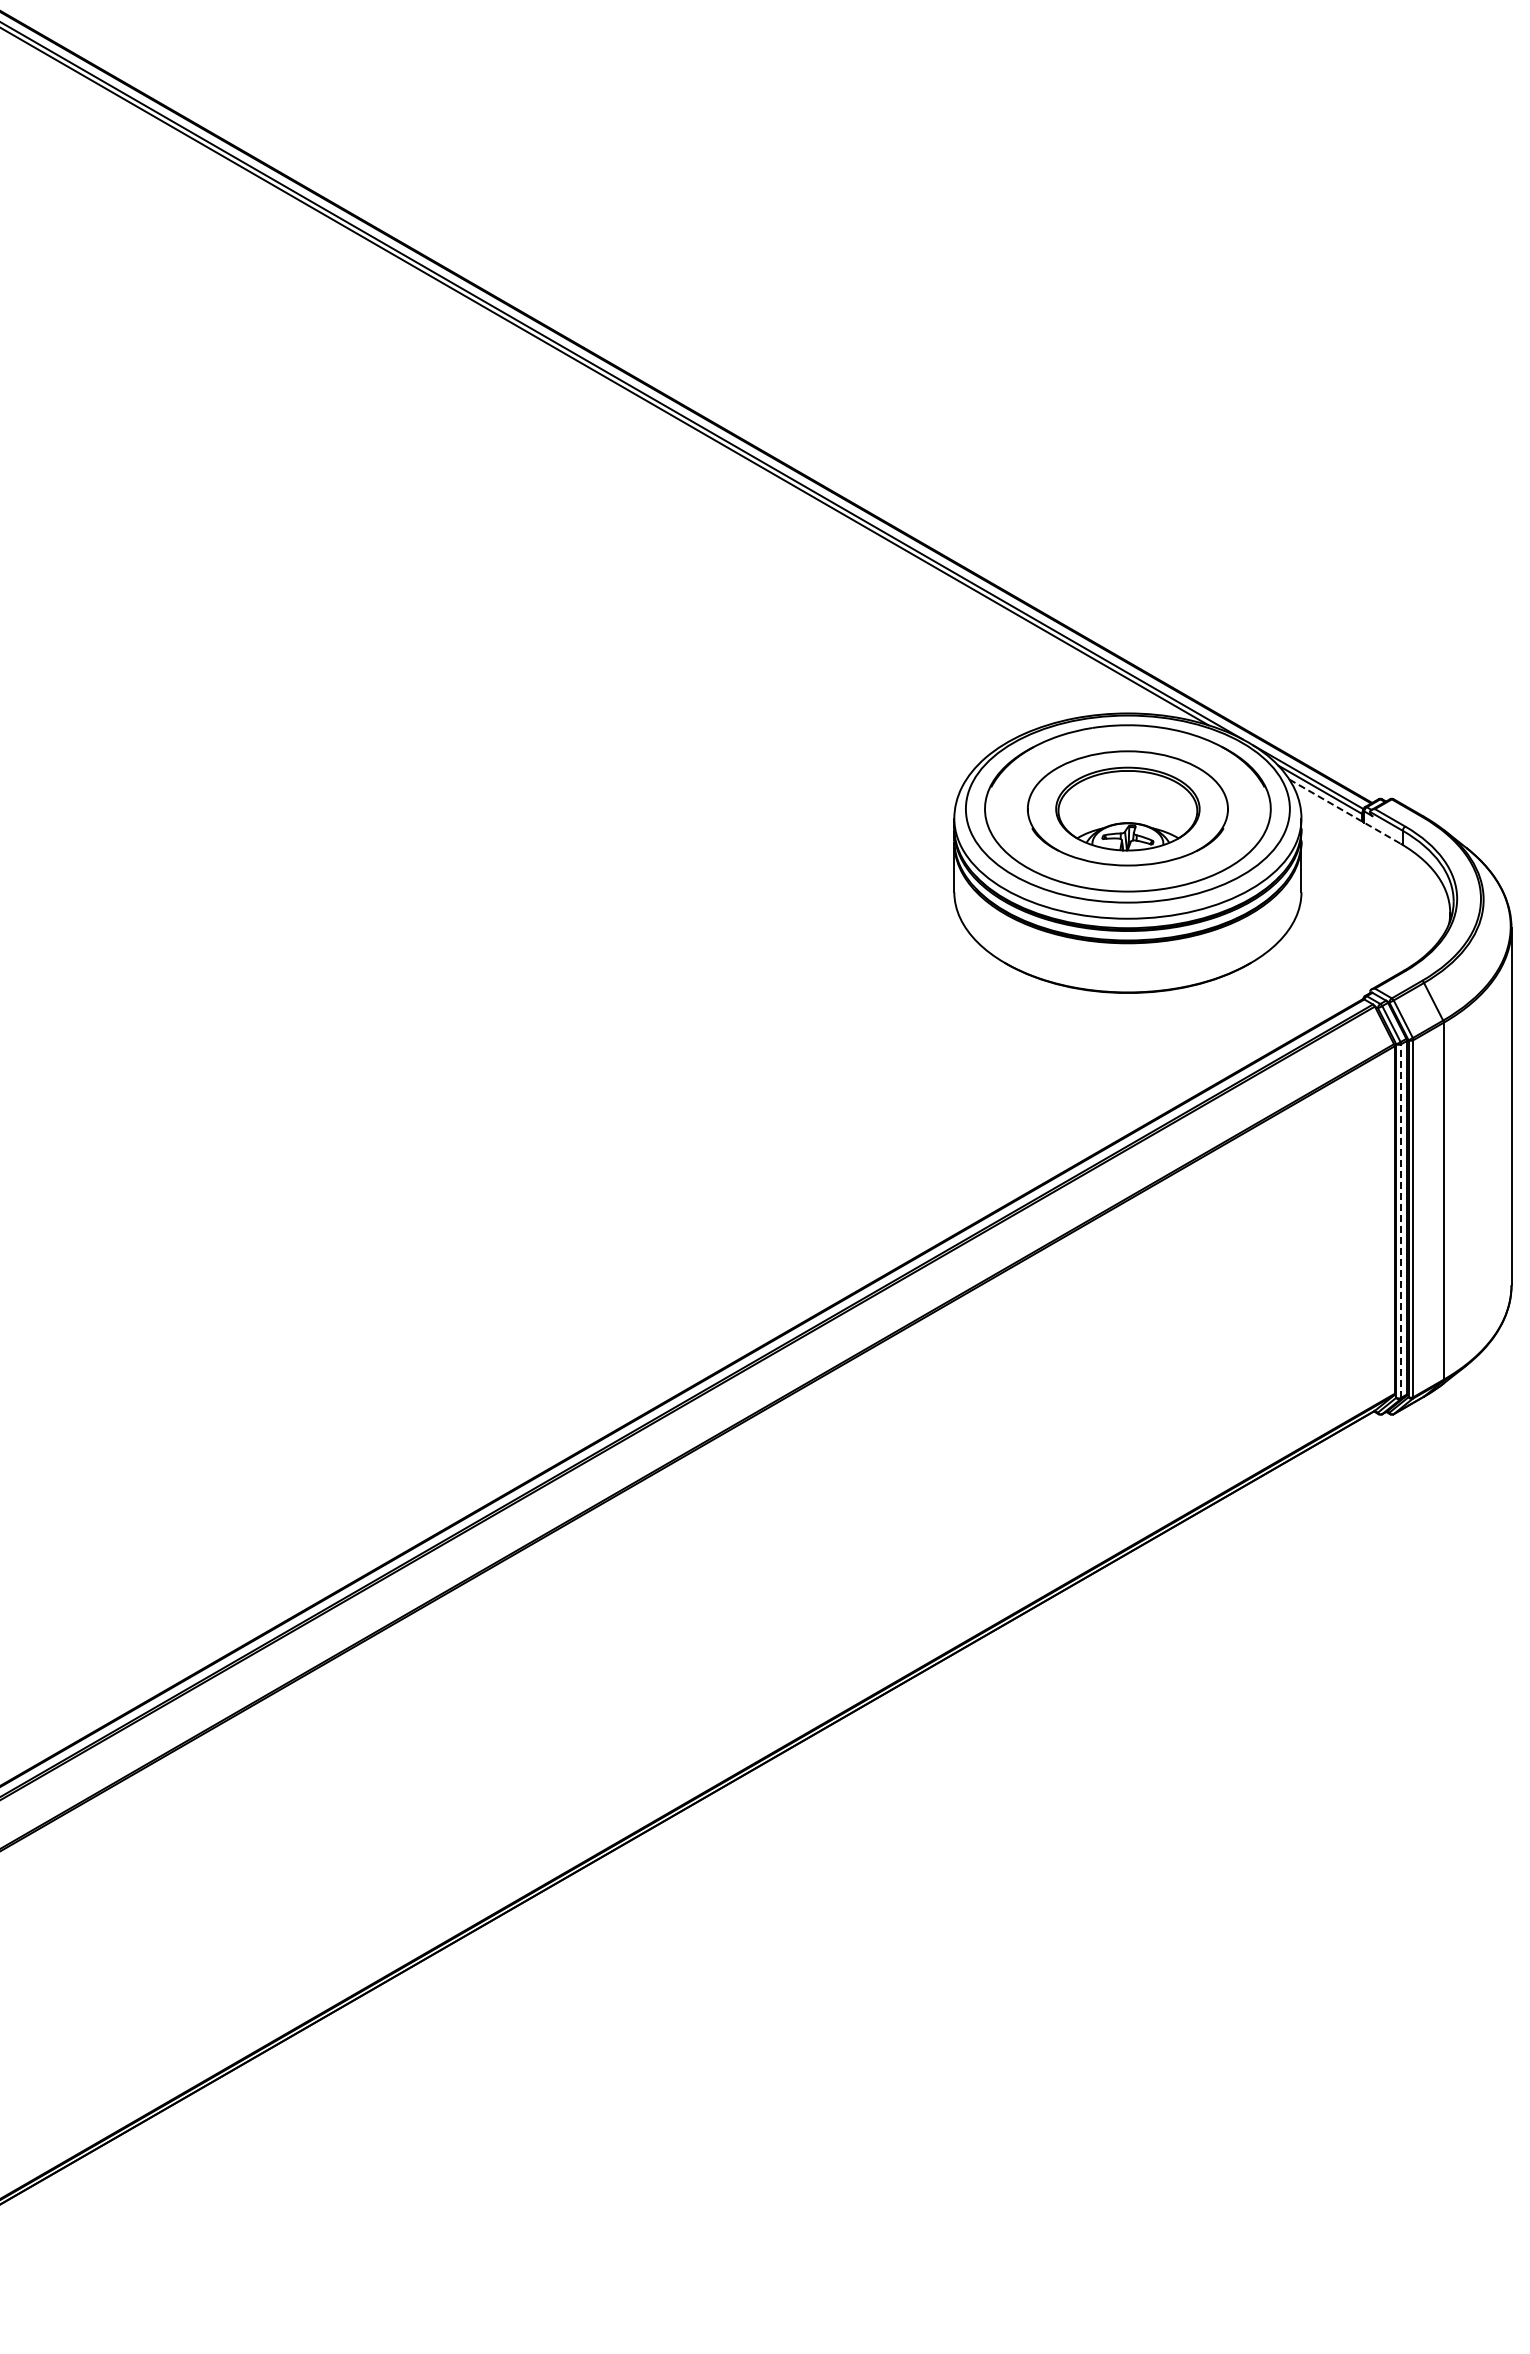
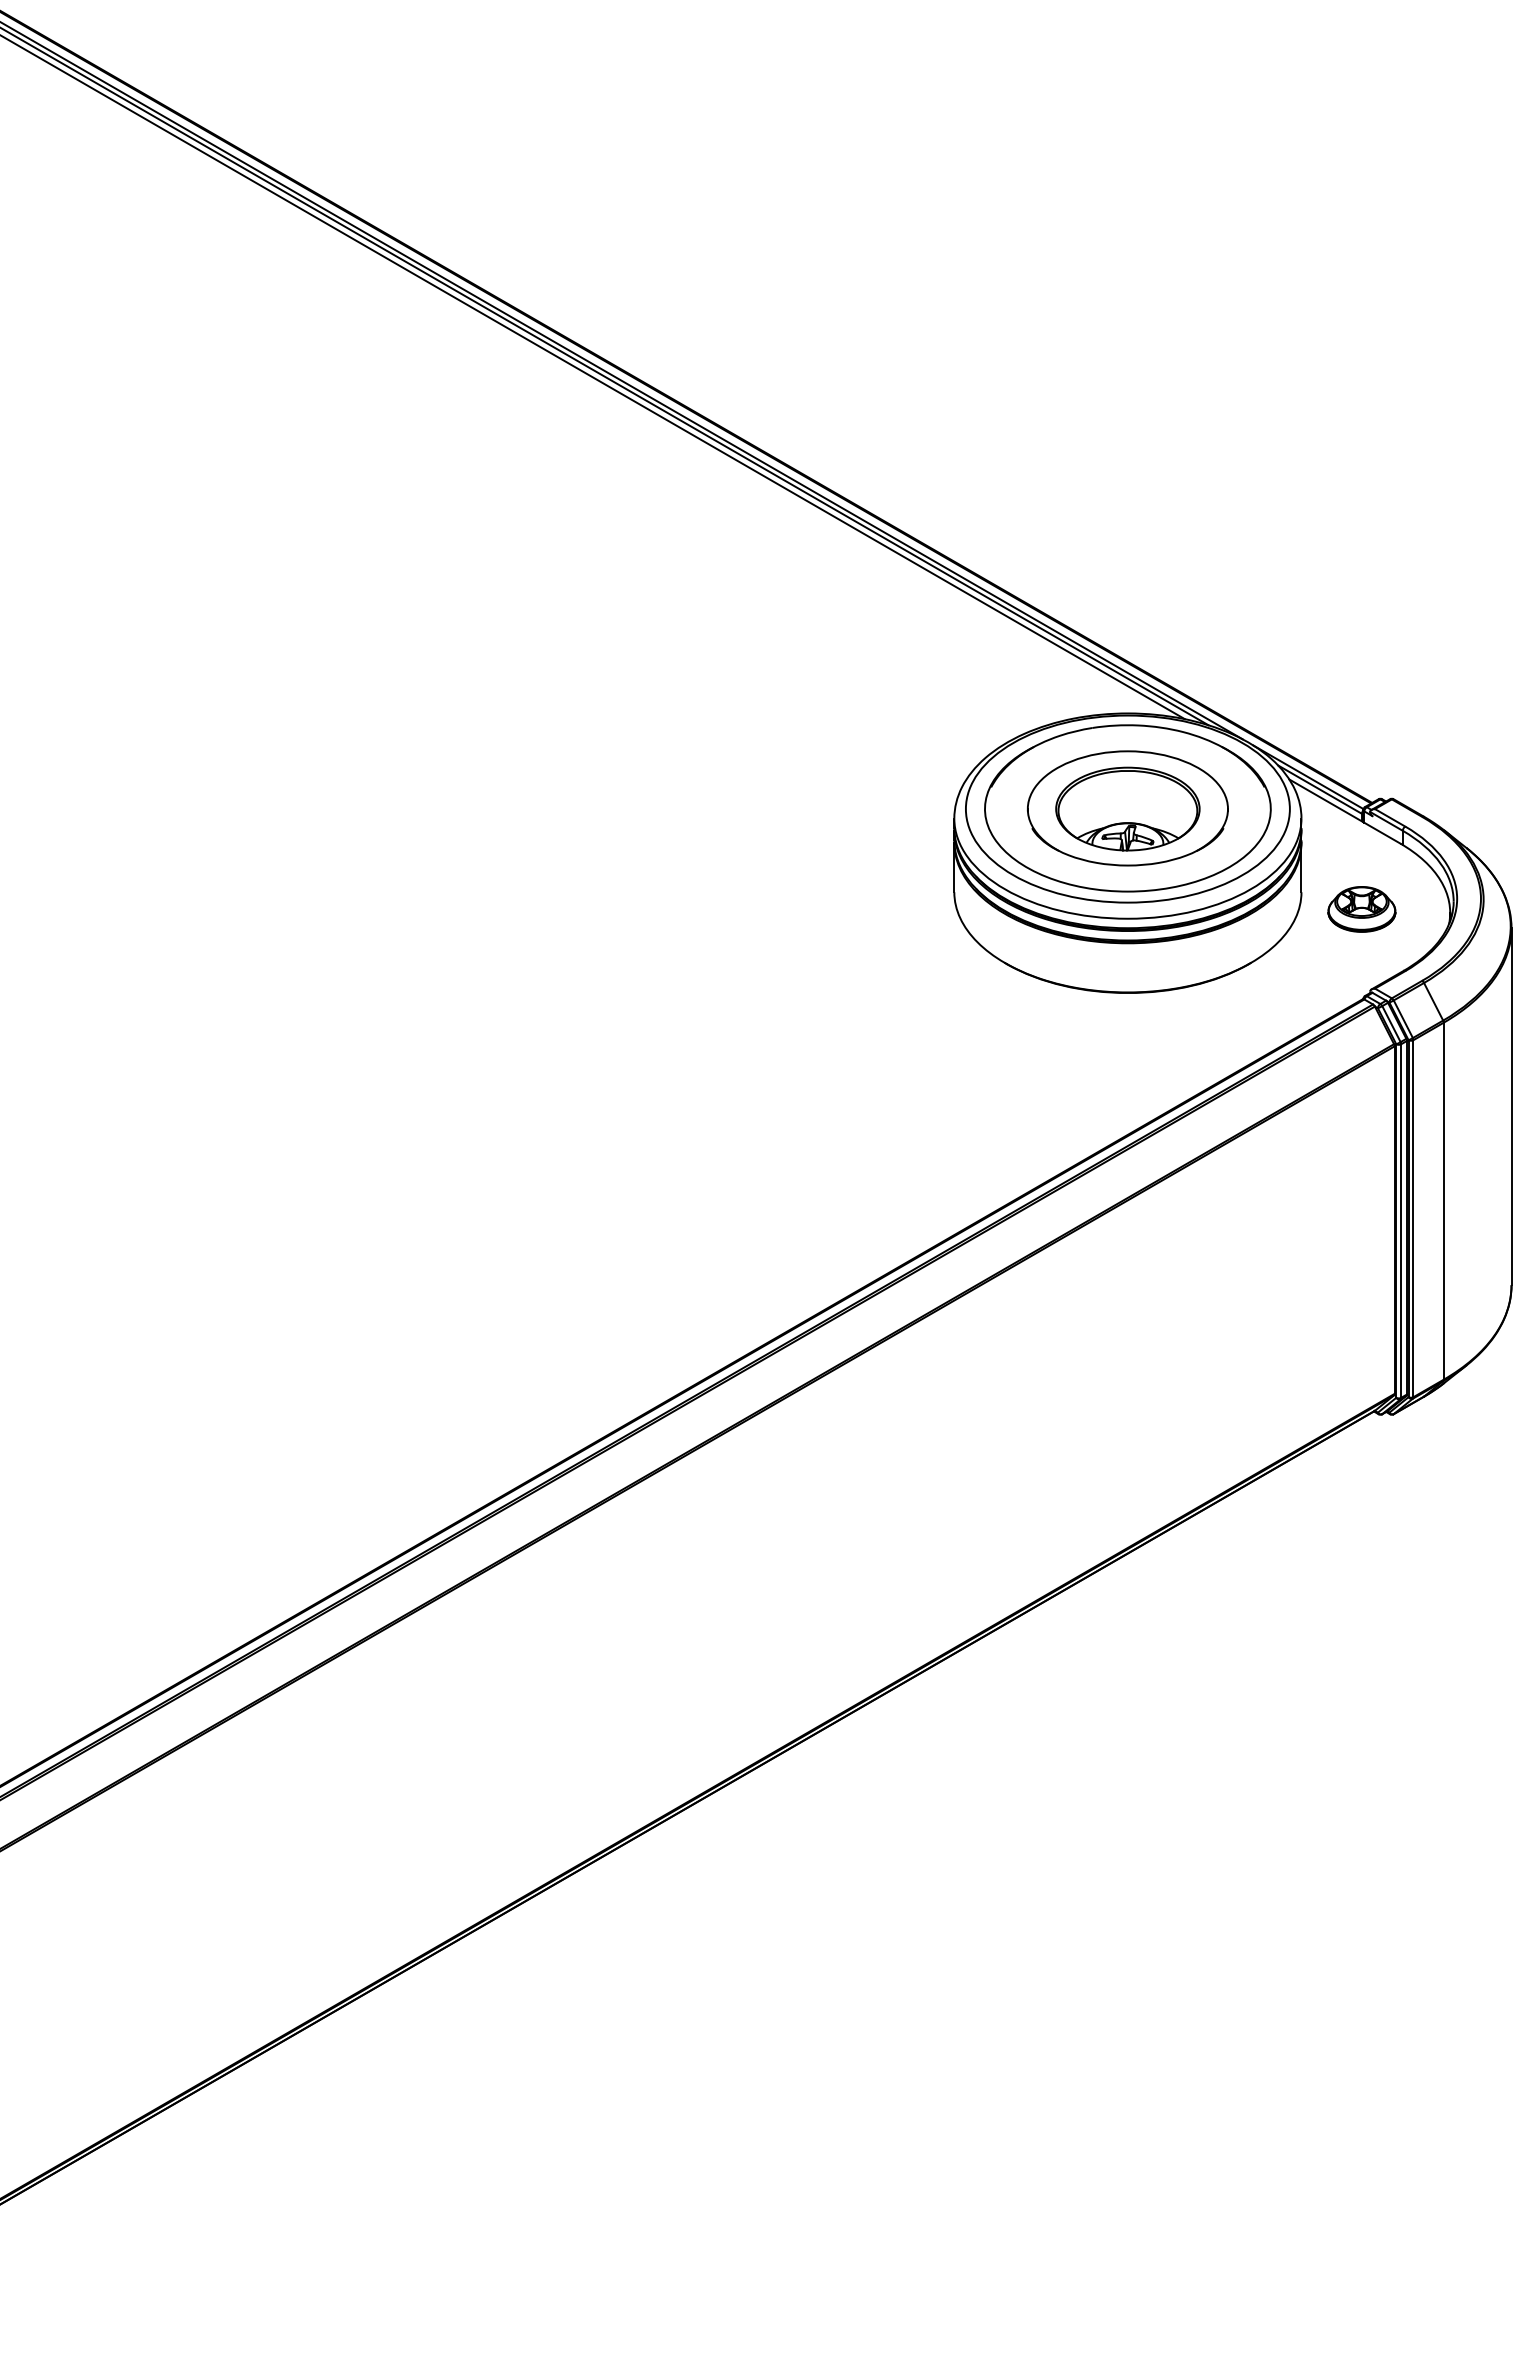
line at (593, 377): none -> present
line at (1345, 811): dashed -> solid
part at (1361, 909): none -> present
line at (1401, 1221): dashed -> solid
